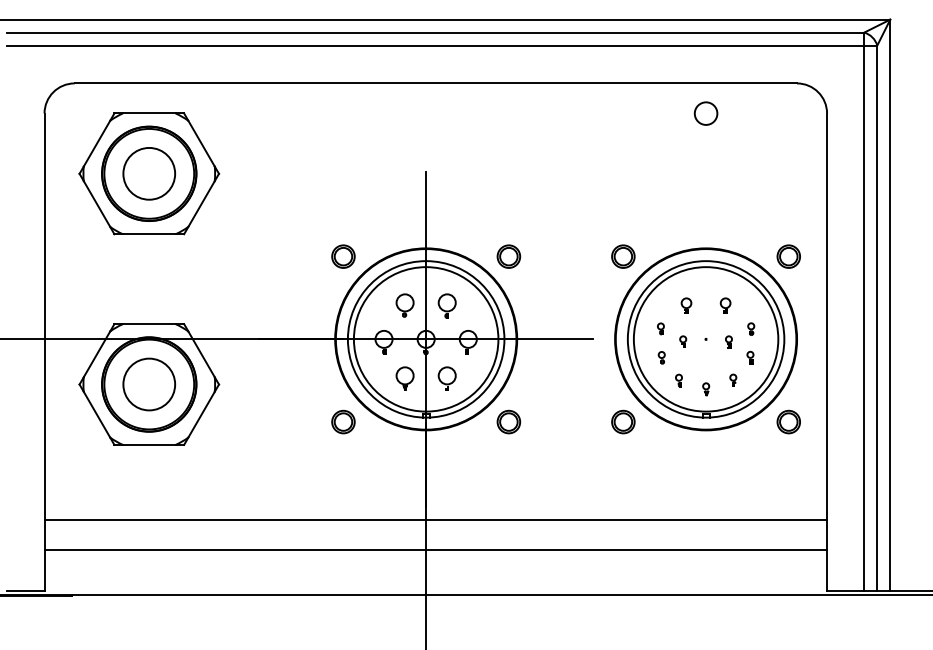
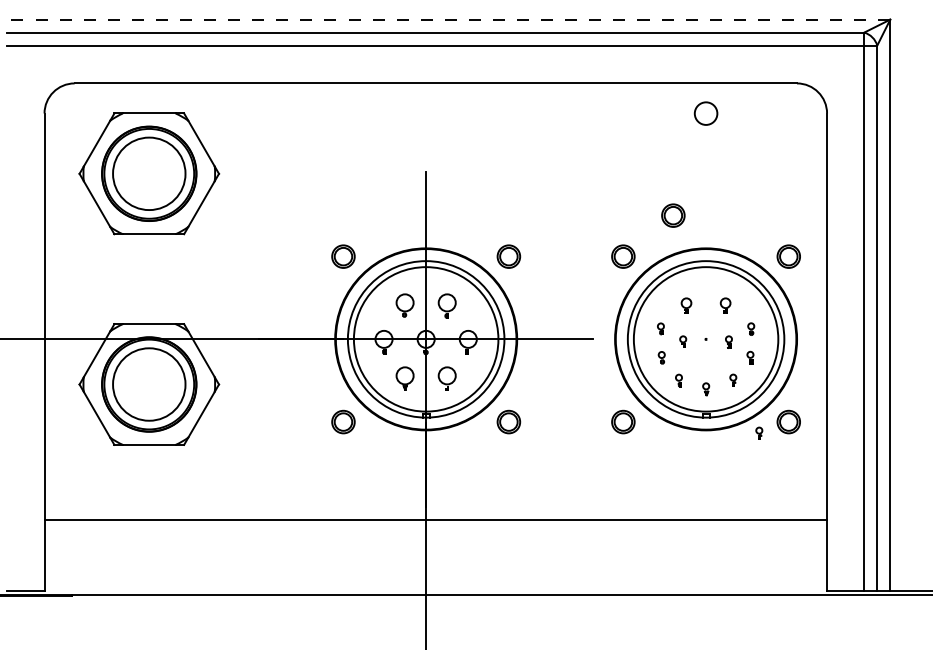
line at (445, 19): solid -> dashed
circle at (149, 173) diameter: 52 px -> 72 px
part at (673, 215): none -> present
circle at (149, 384) diameter: 52 px -> 72 px
part at (759, 432): none -> present
line at (435, 550): present -> none
